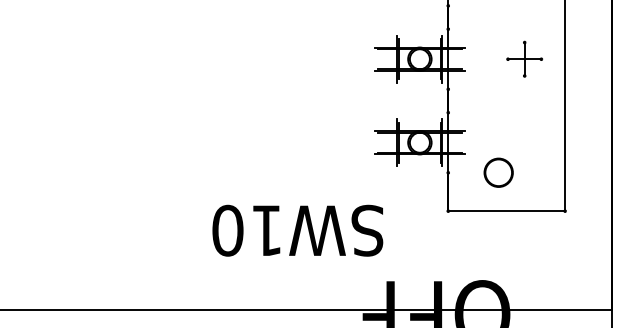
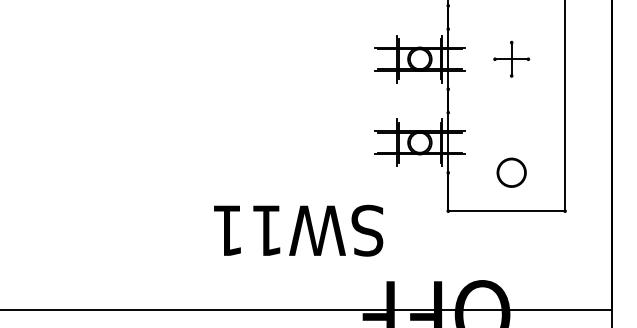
part at (524, 58) position: (524, 58) -> (511, 58)
circle at (498, 172) position: (498, 172) -> (511, 172)
text at (227, 230): SW10 -> SW11
